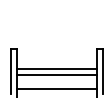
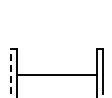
line at (56, 68): present -> none
line at (11, 70): solid -> dashed
line at (56, 89): present -> none
